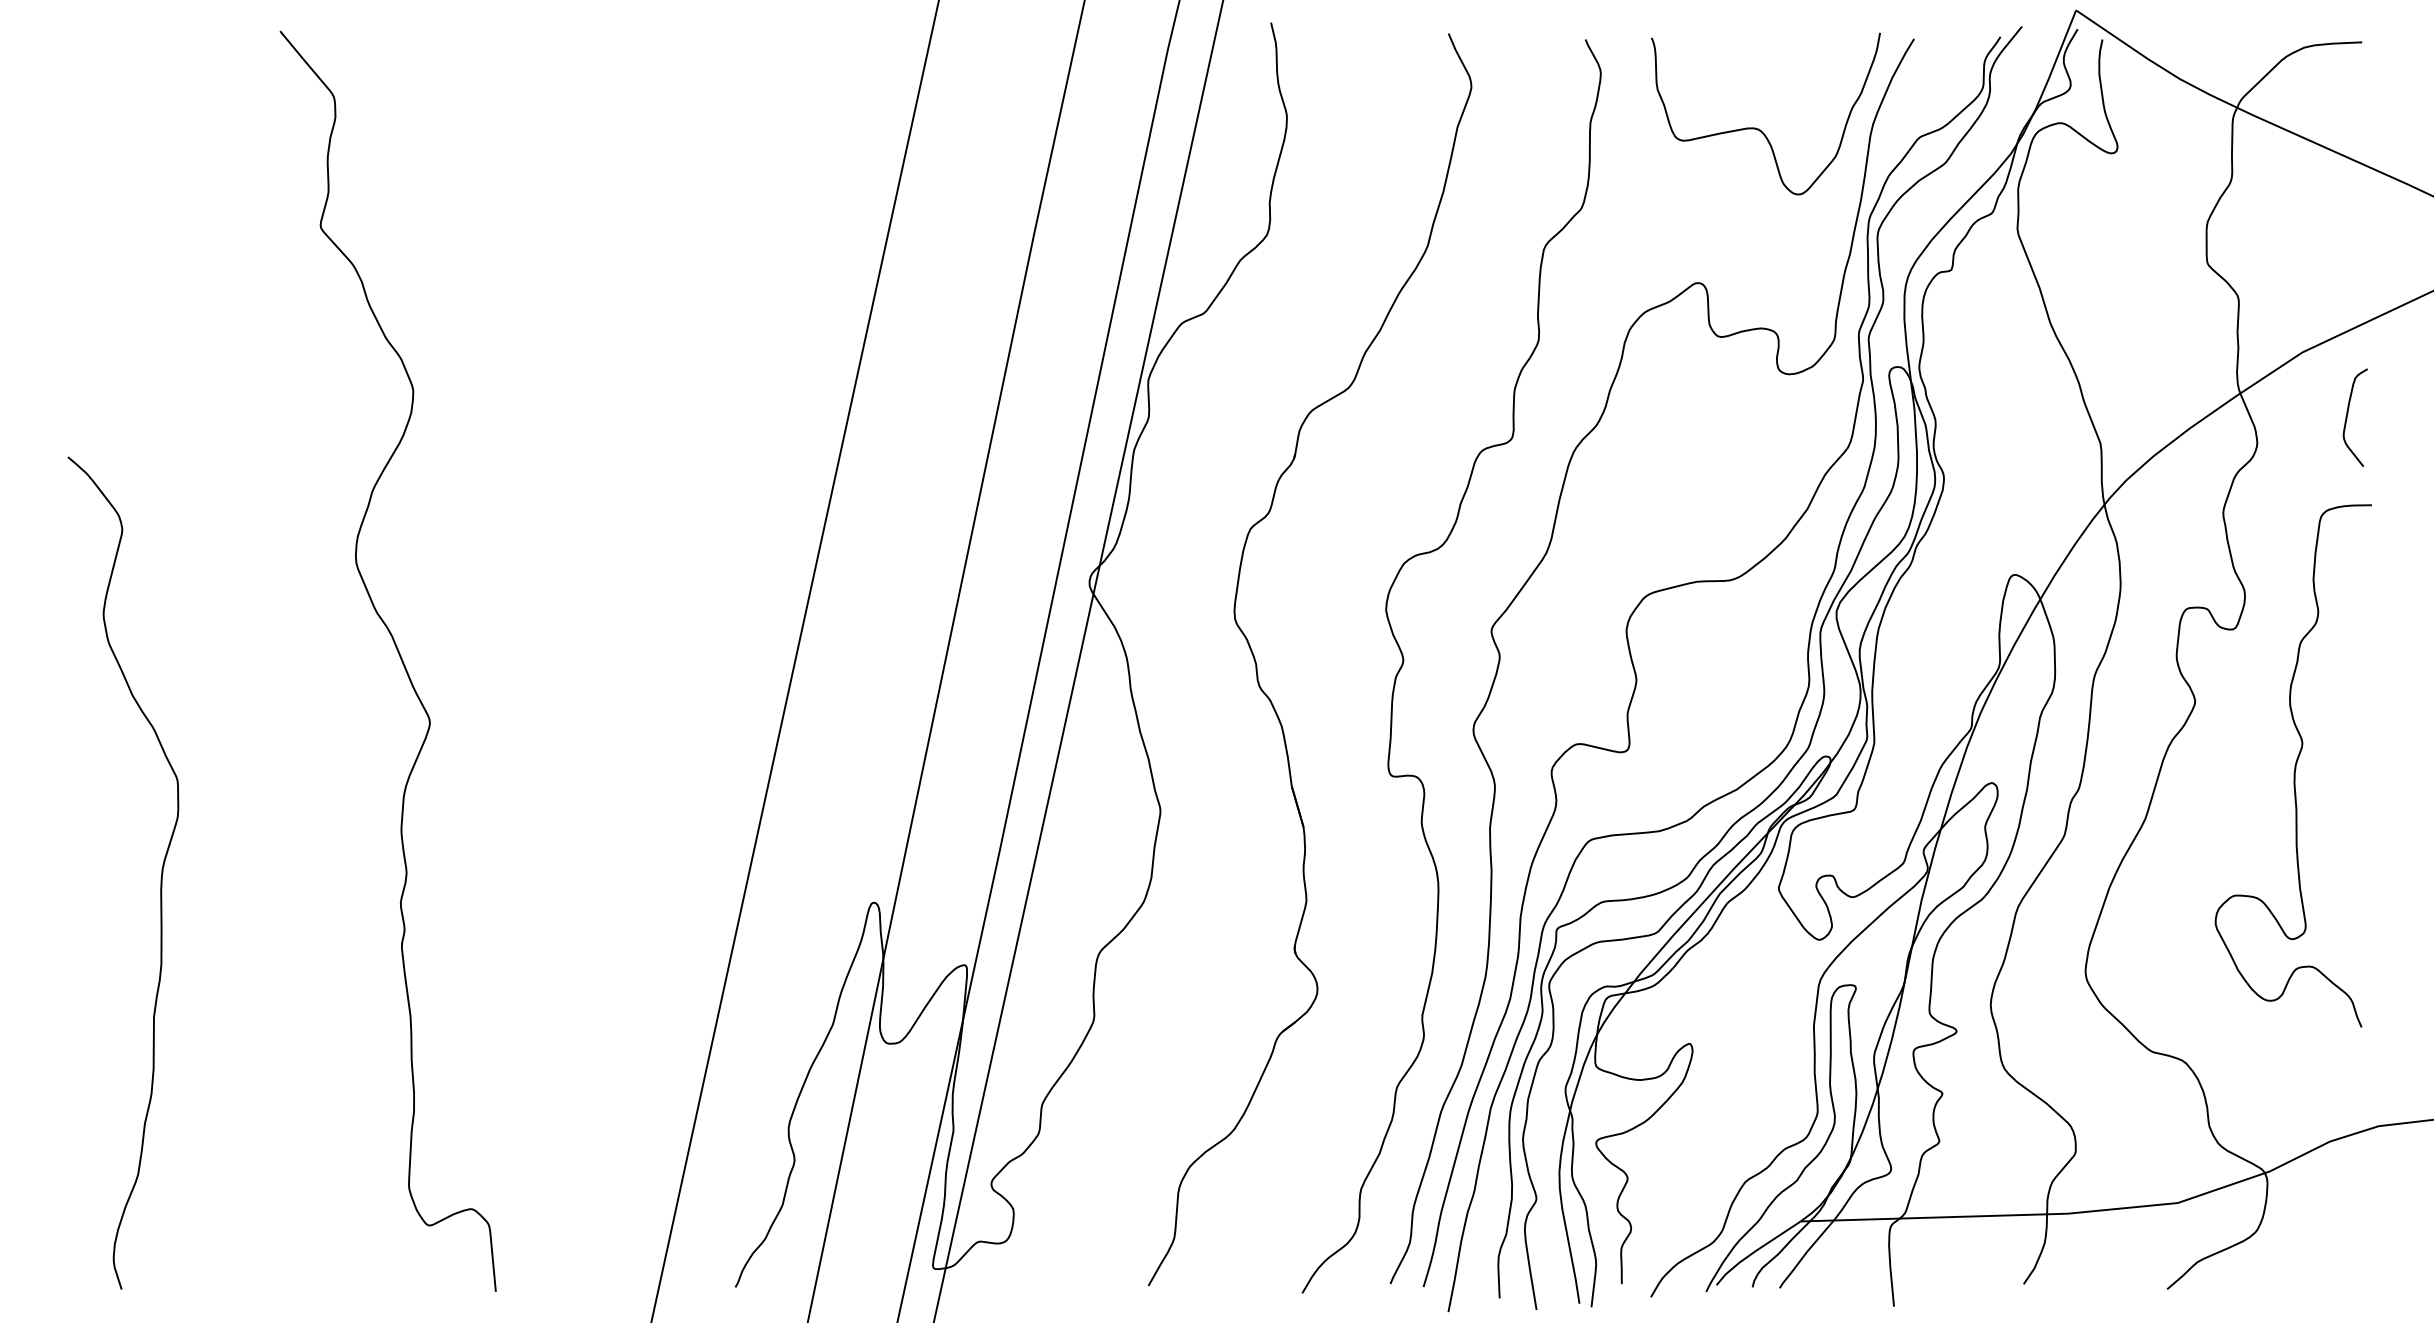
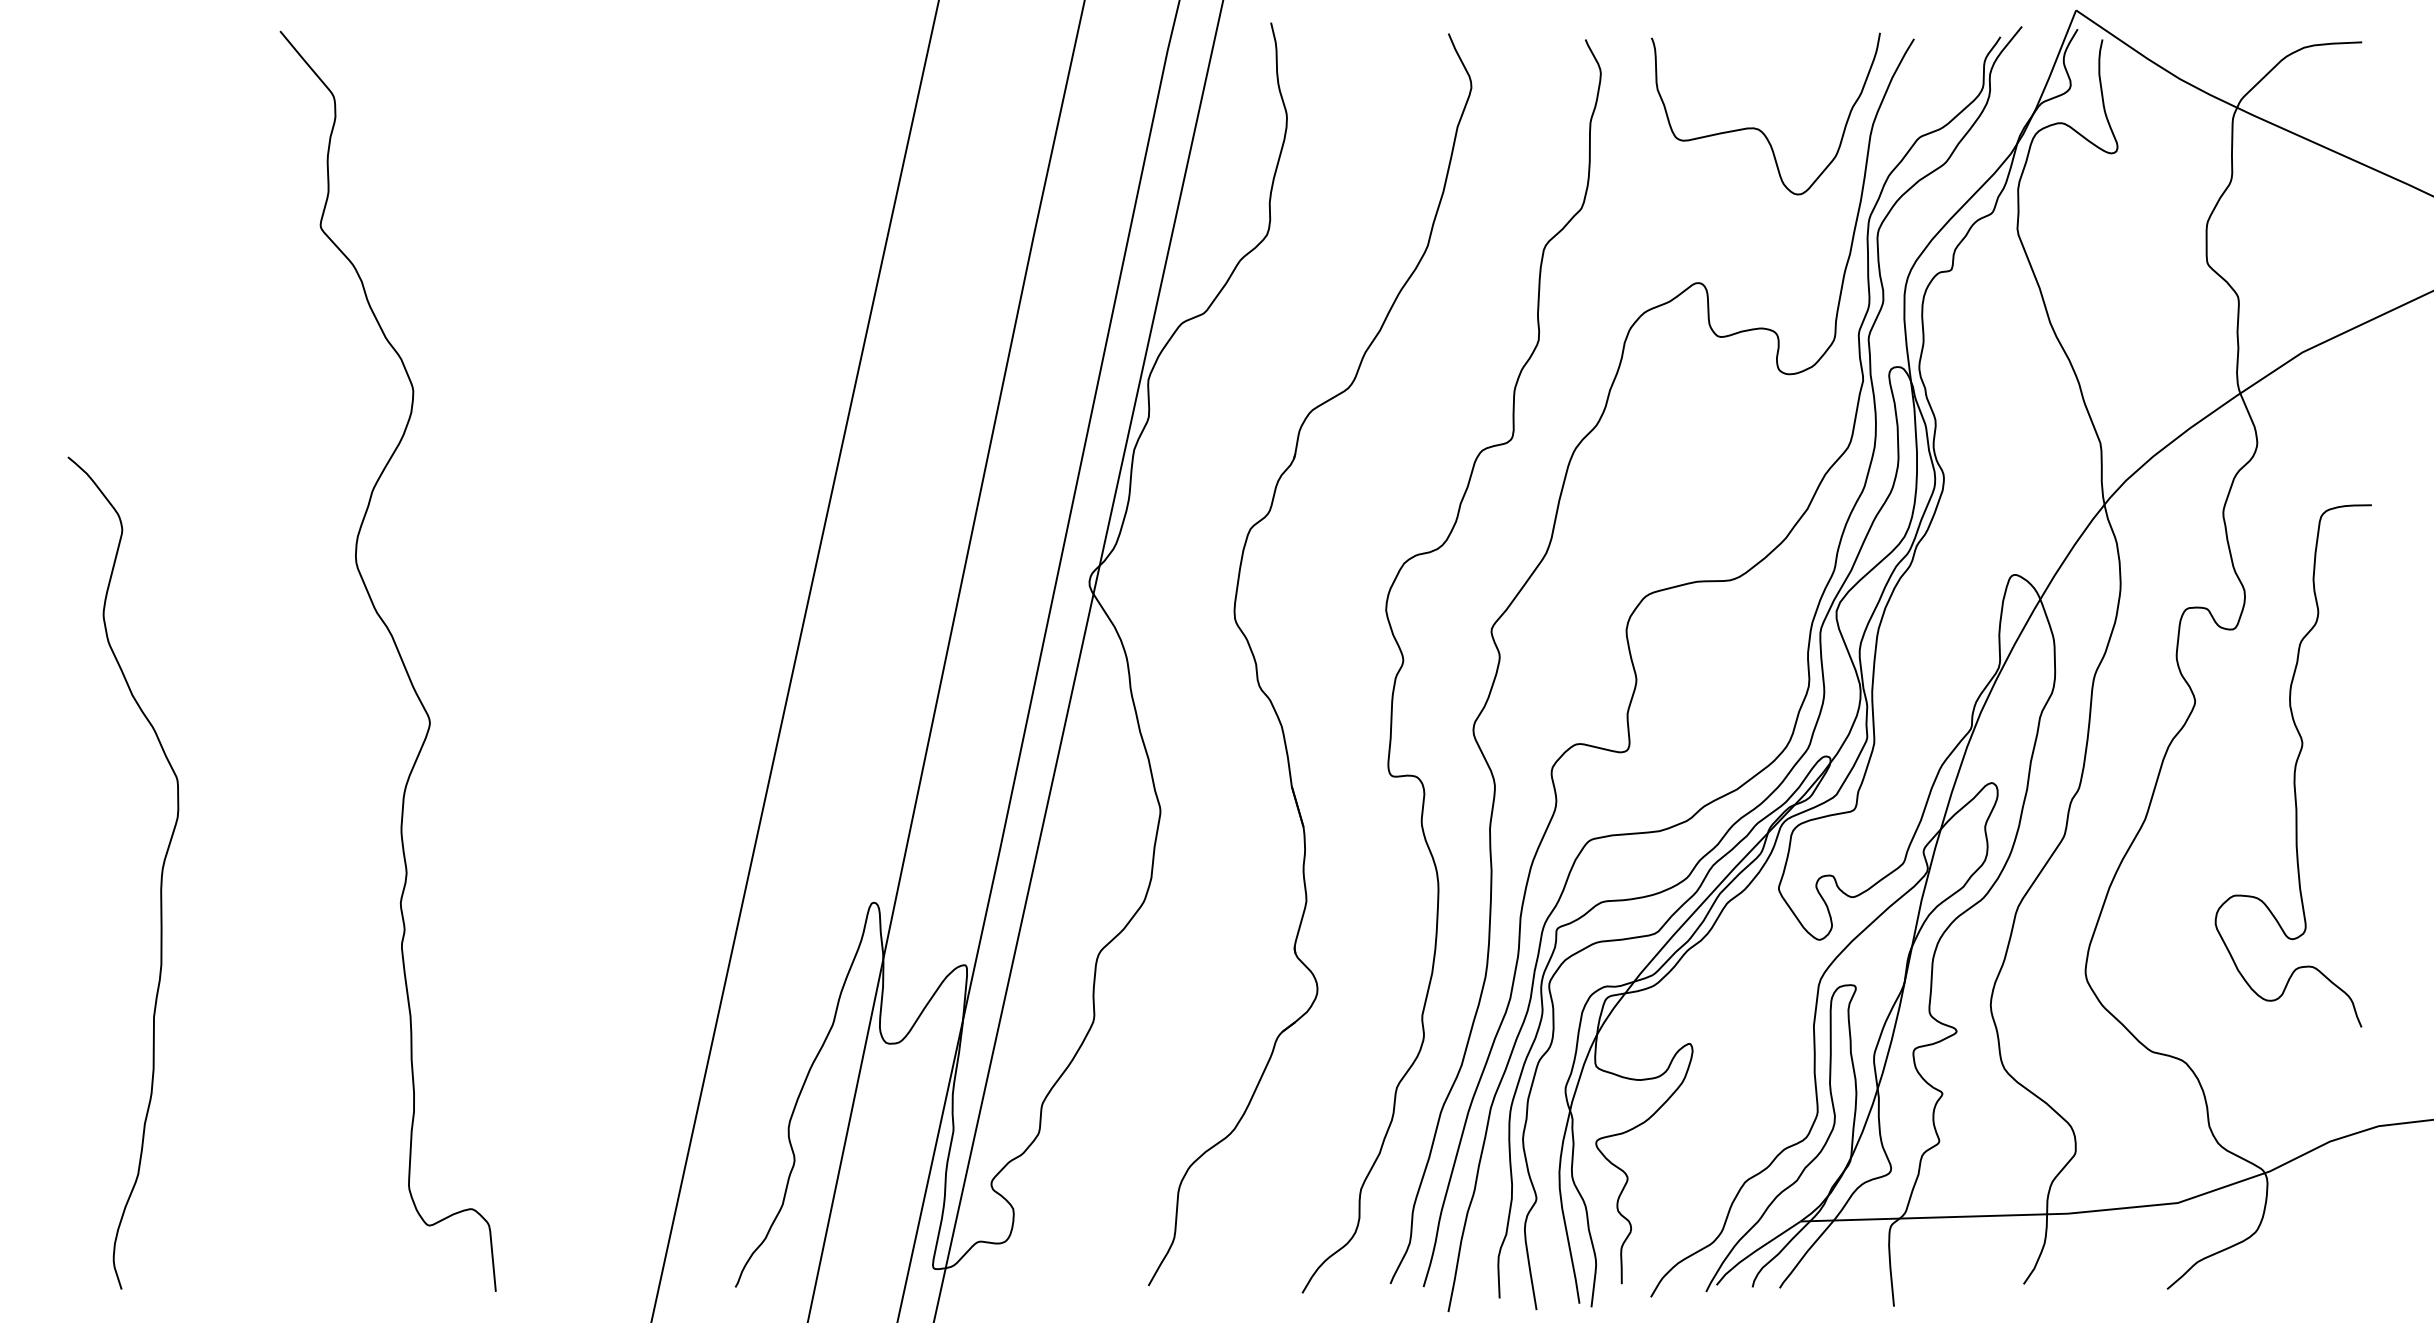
curve at (2347, 417): present -> none
